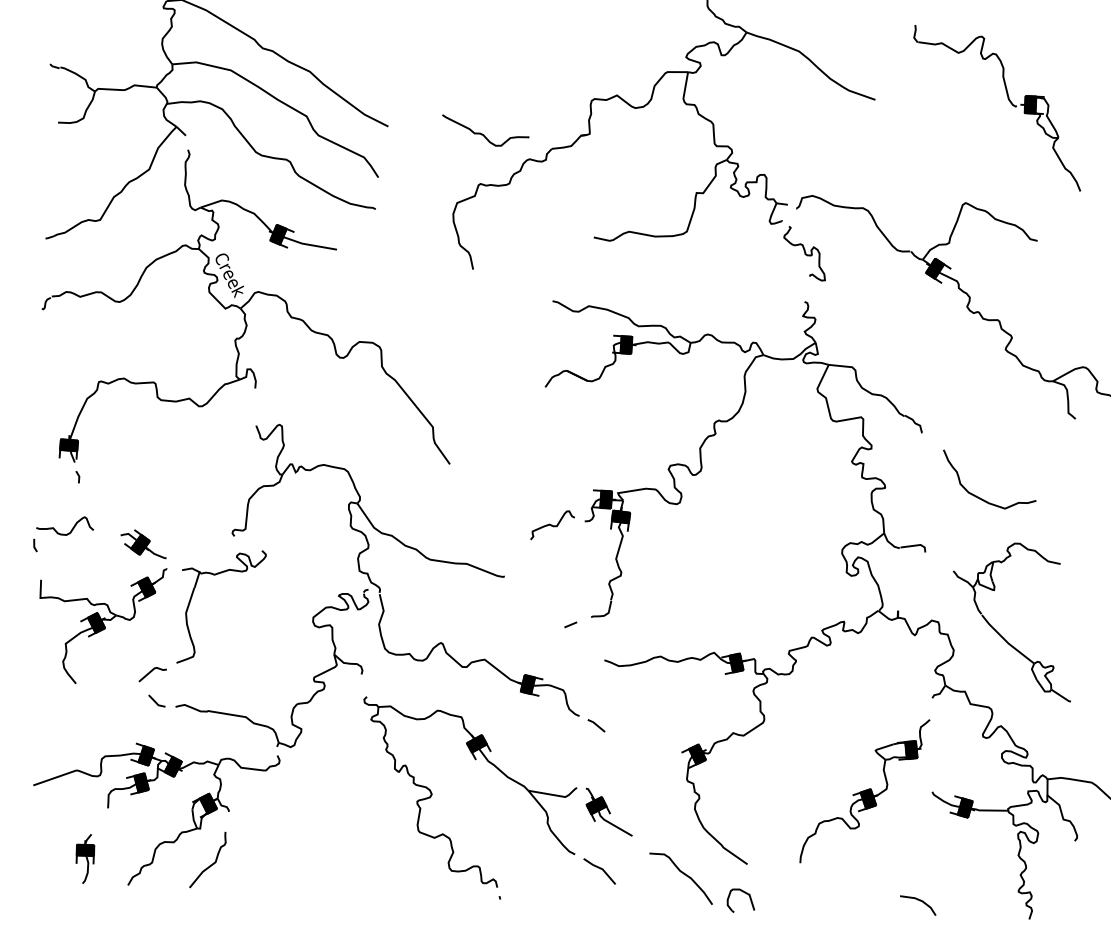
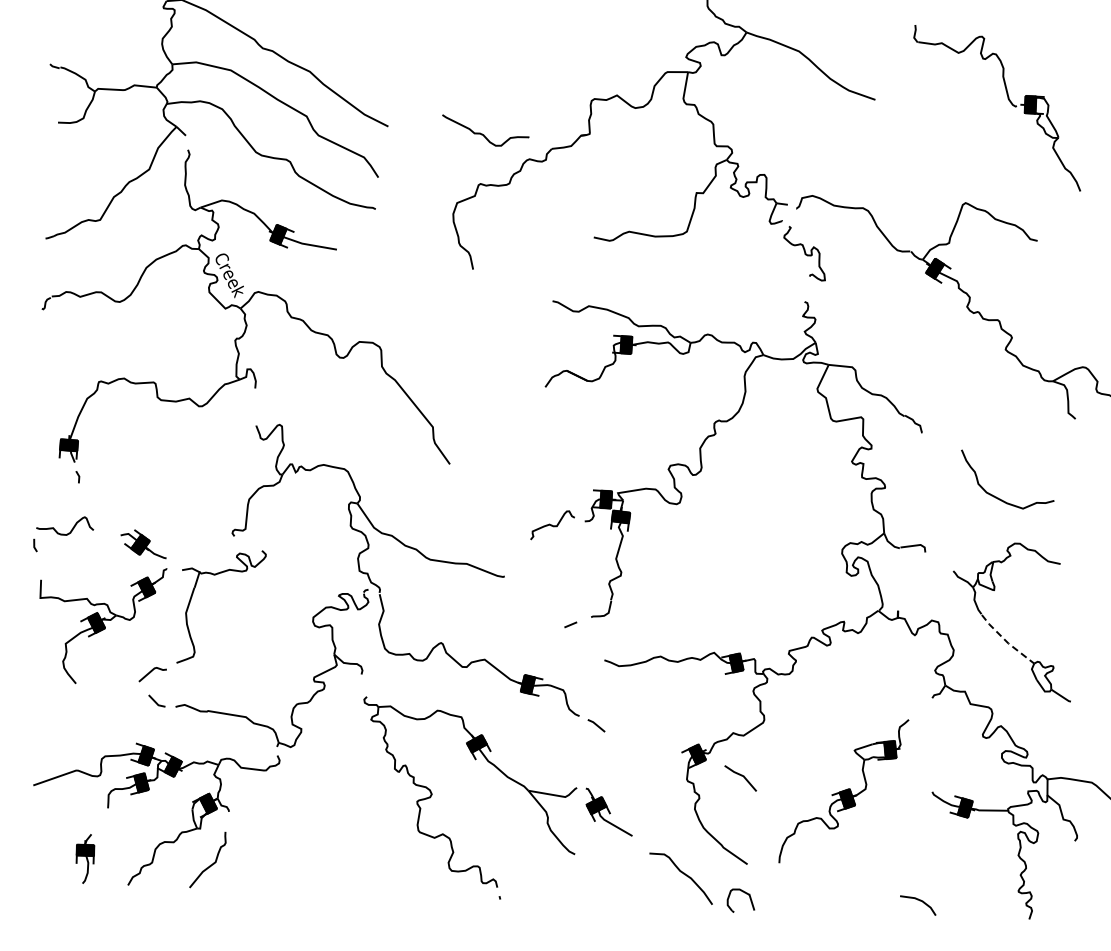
curve at (980, 497) position: (980, 497) -> (998, 497)
line at (1006, 641): solid -> dashed
part at (864, 791) position: (864, 791) -> (843, 791)
line at (600, 869) position: (600, 869) -> (741, 776)
